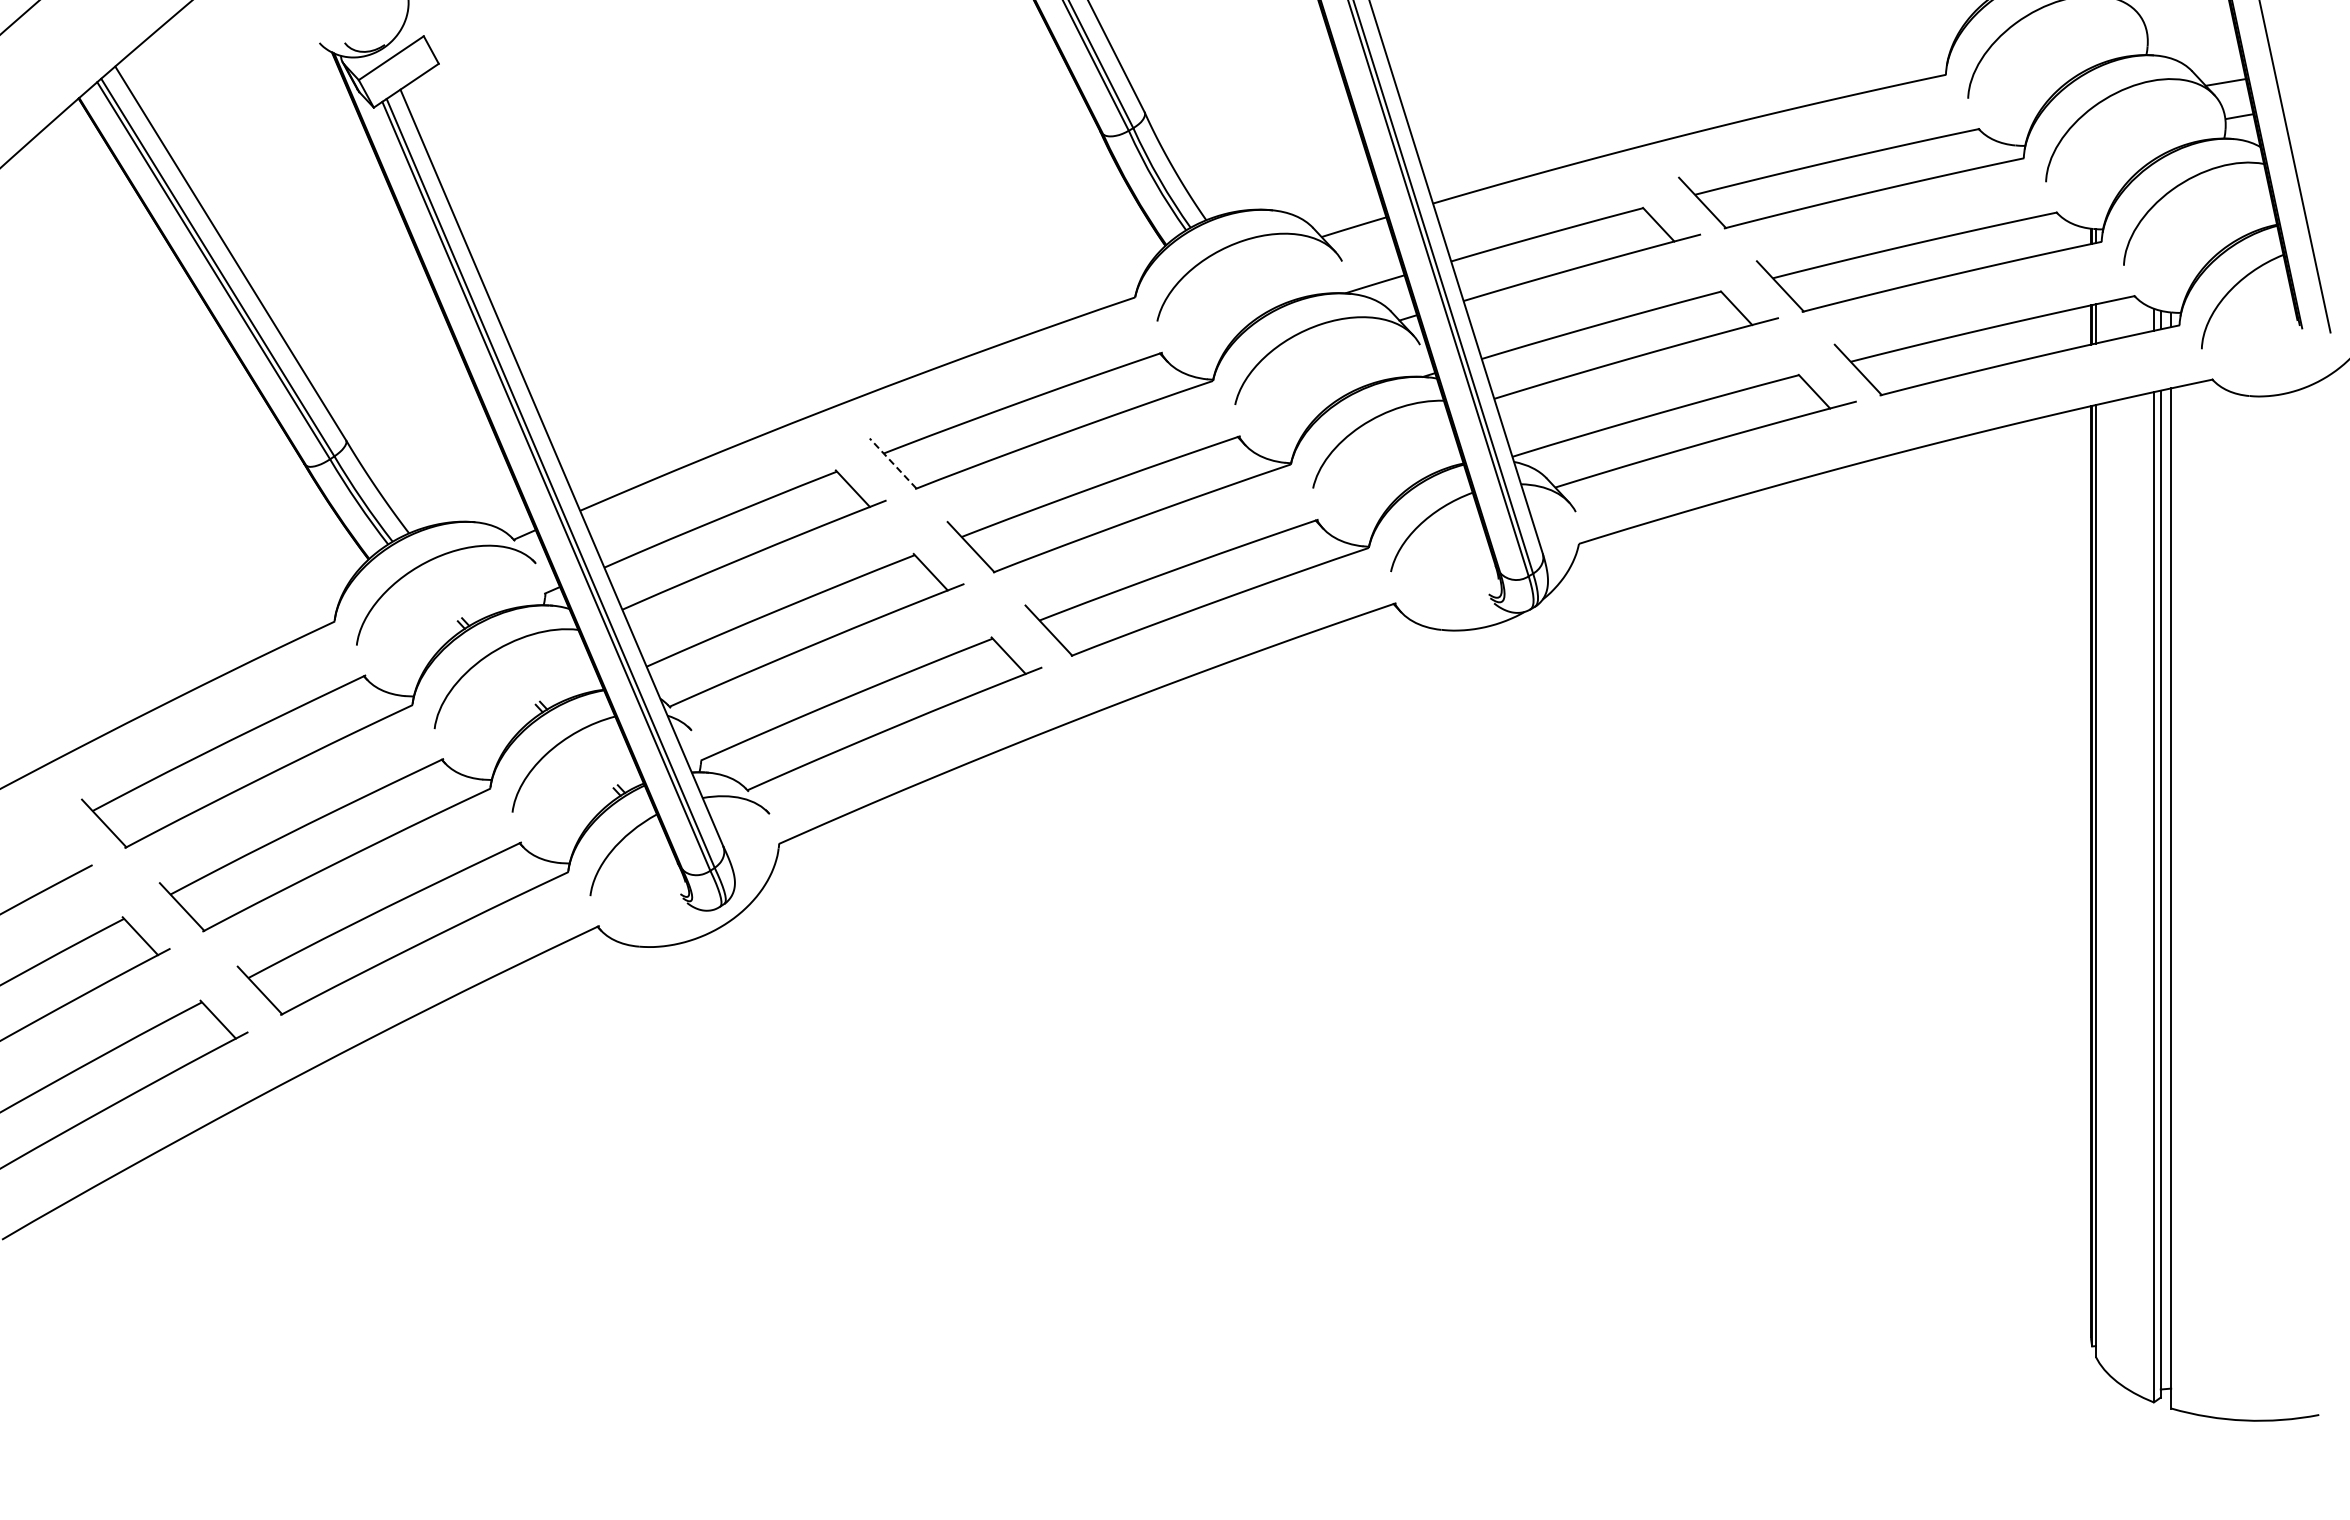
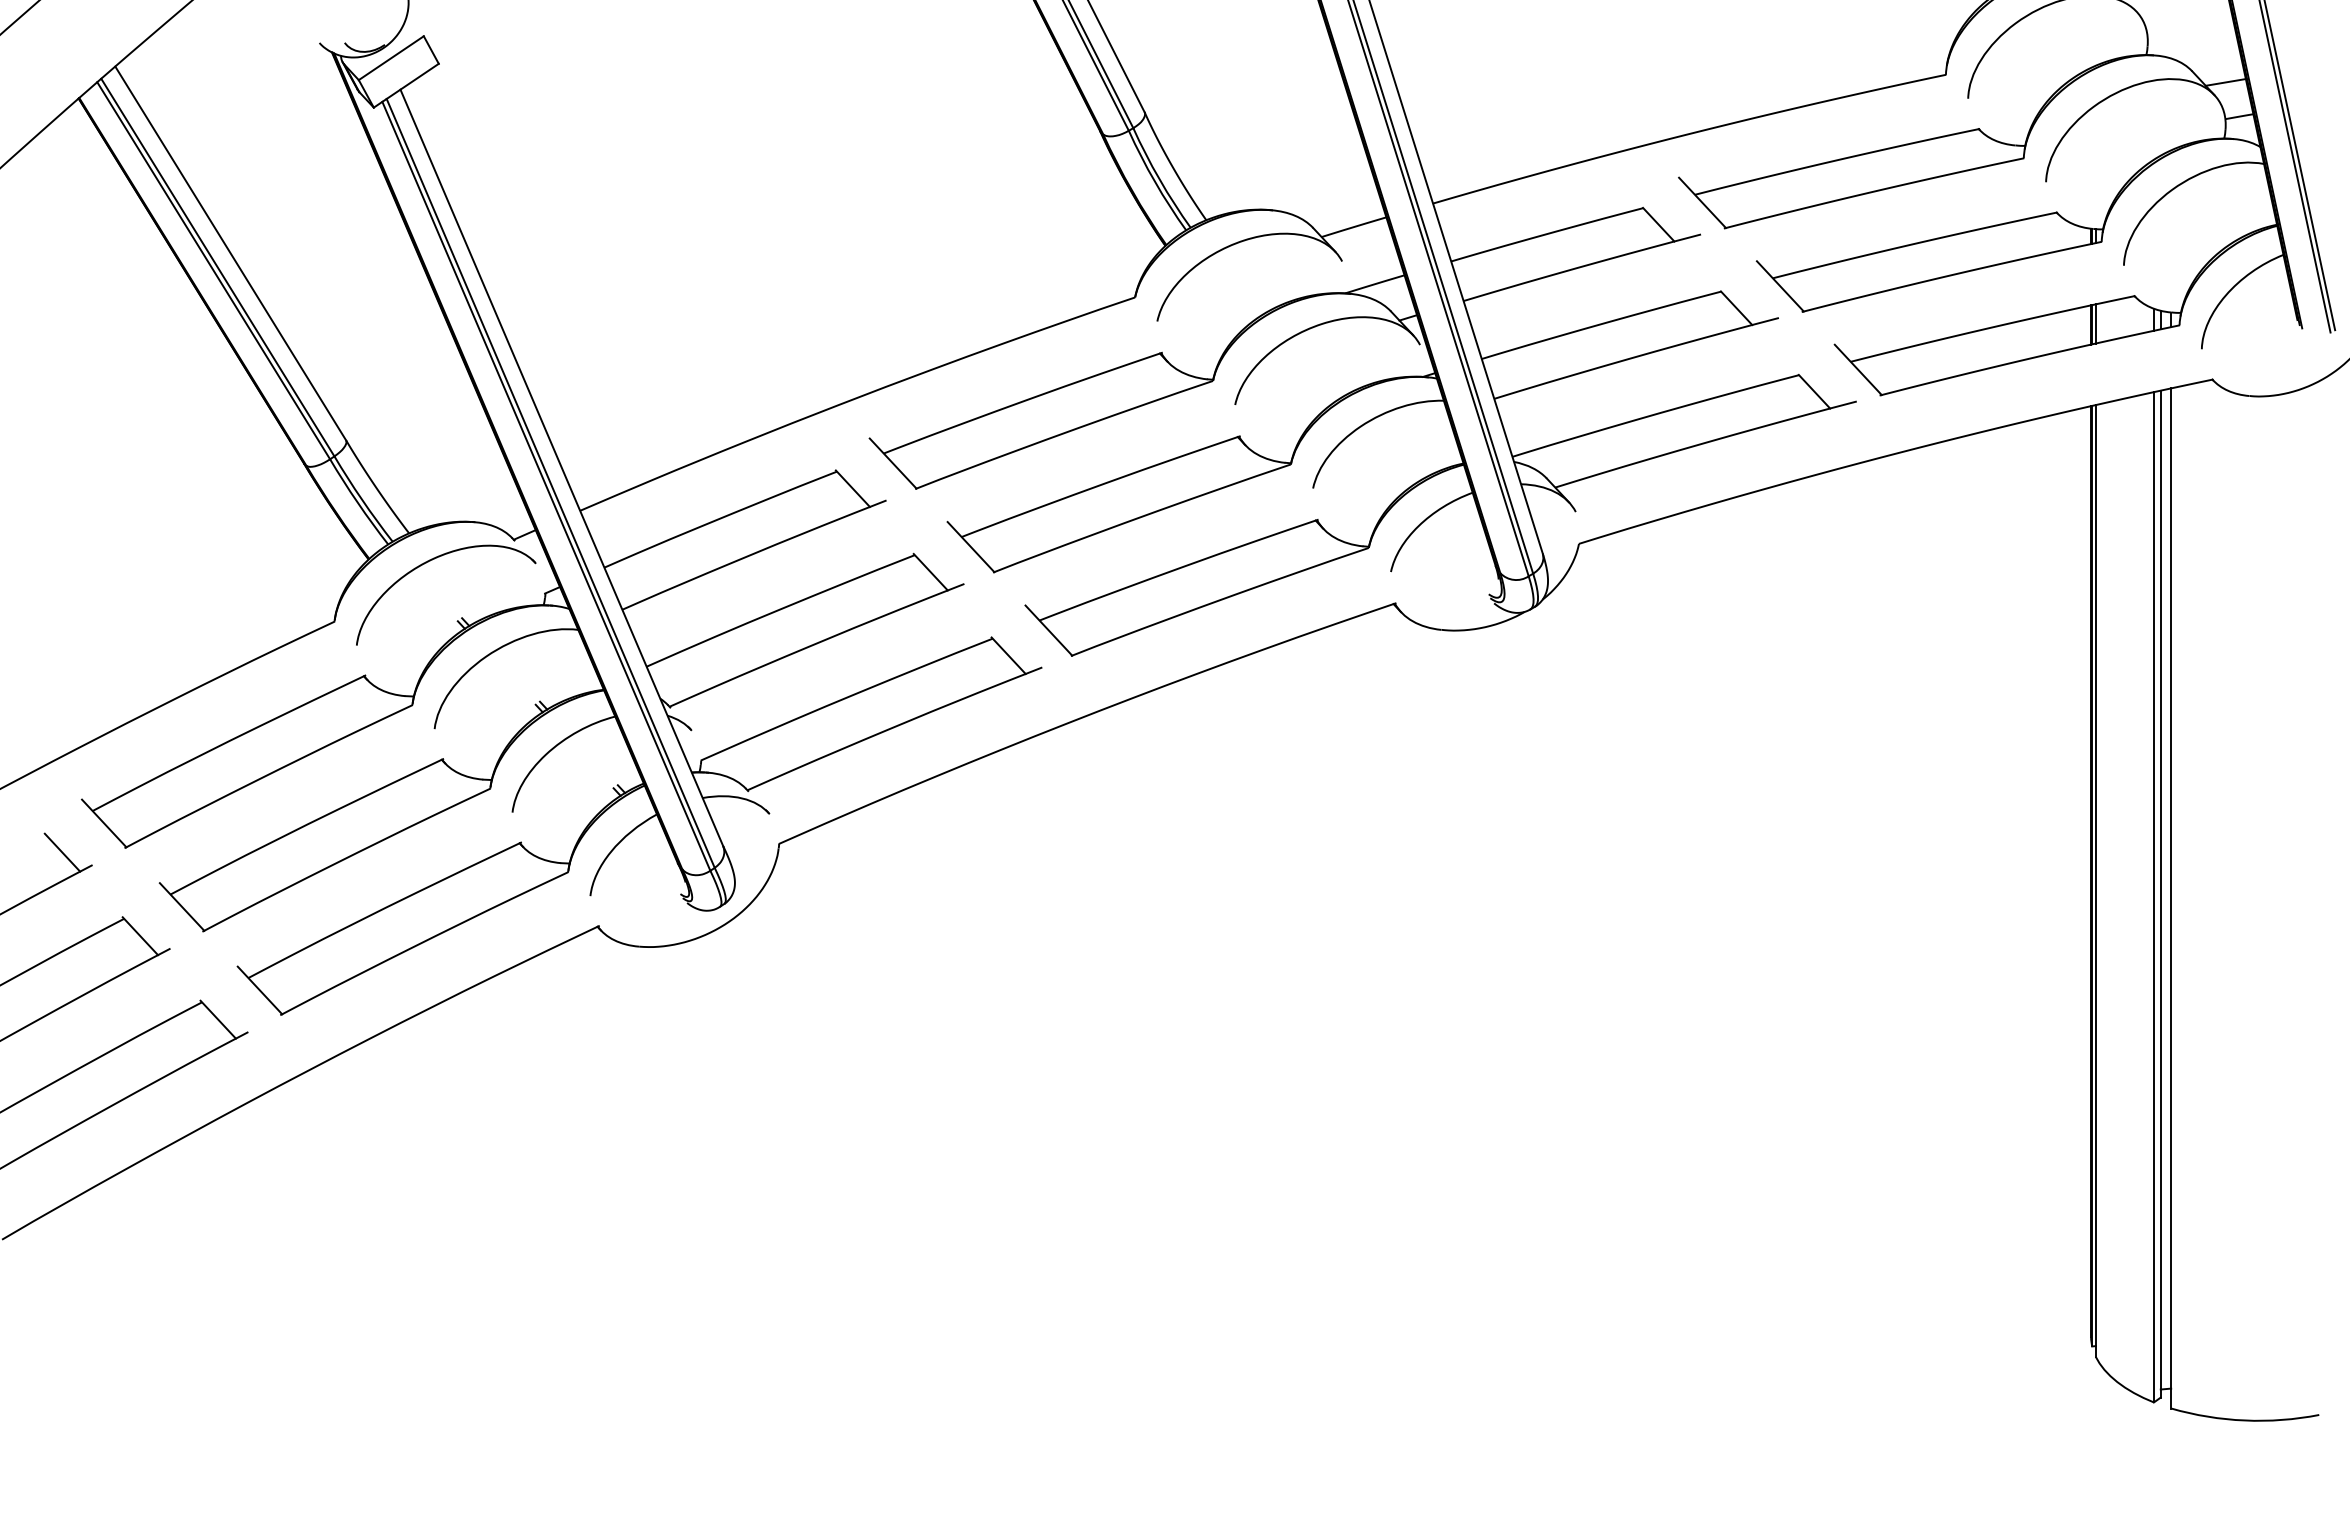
line at (2299, 166): none -> present
line at (892, 463): dashed -> solid
line at (62, 852): none -> present
